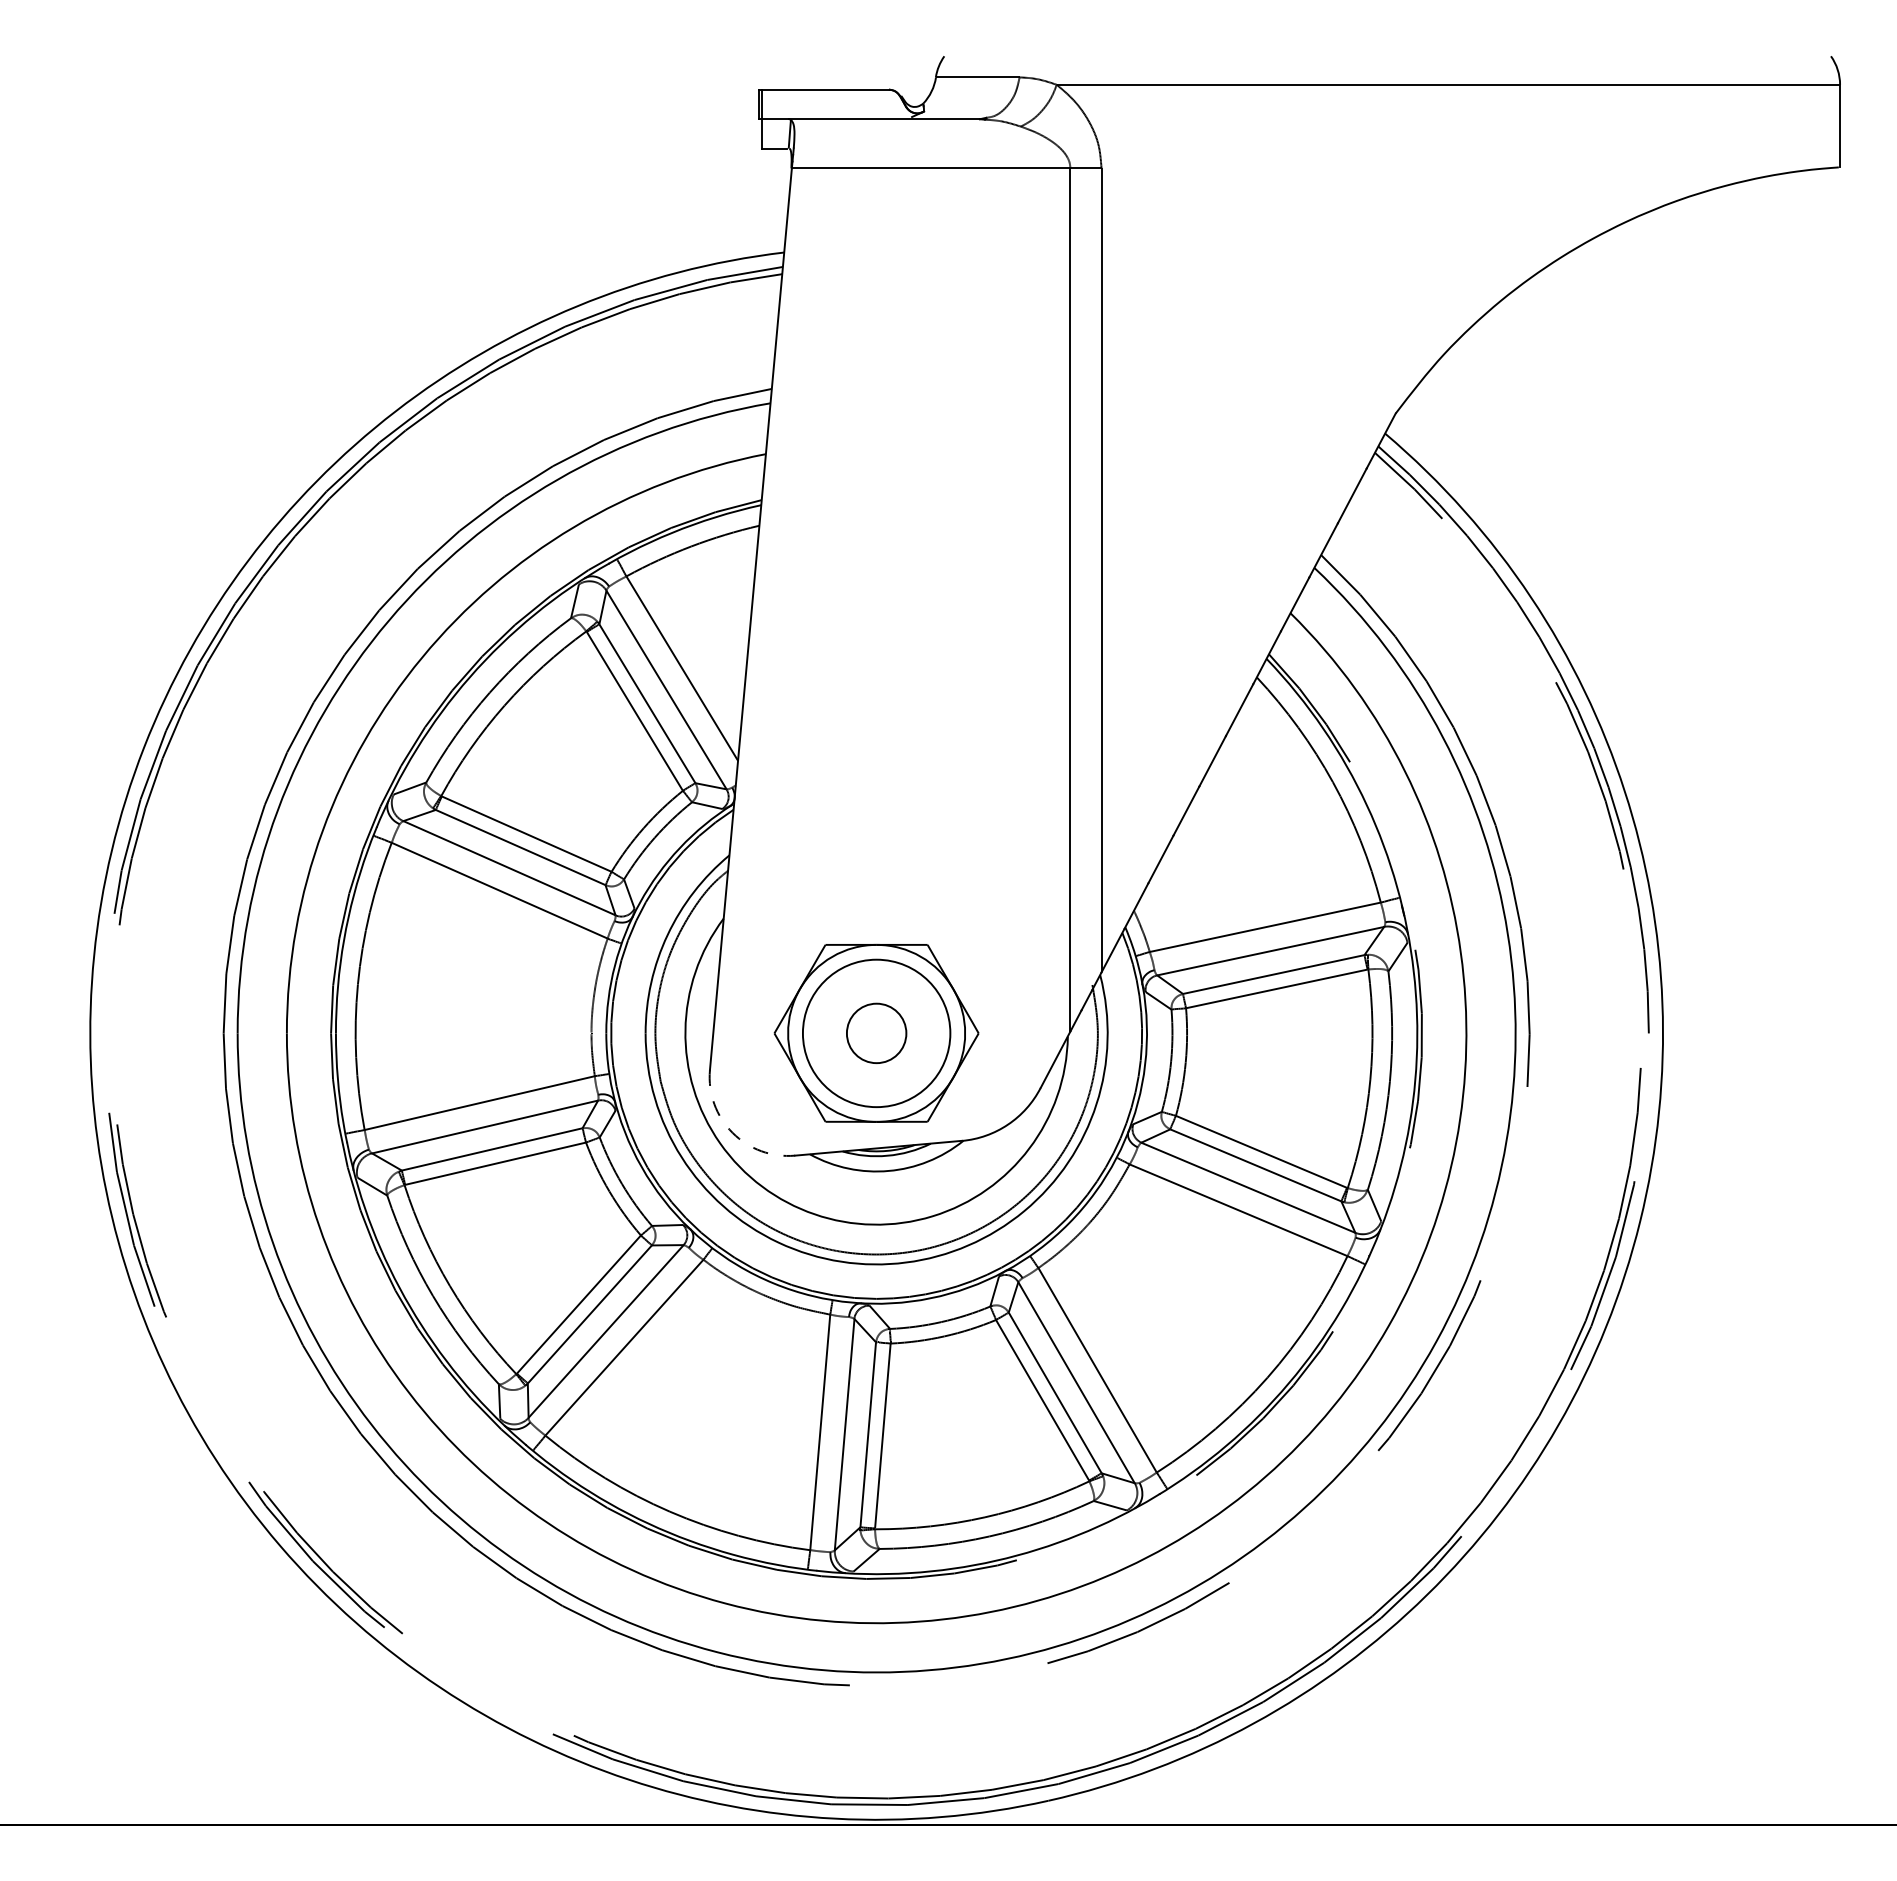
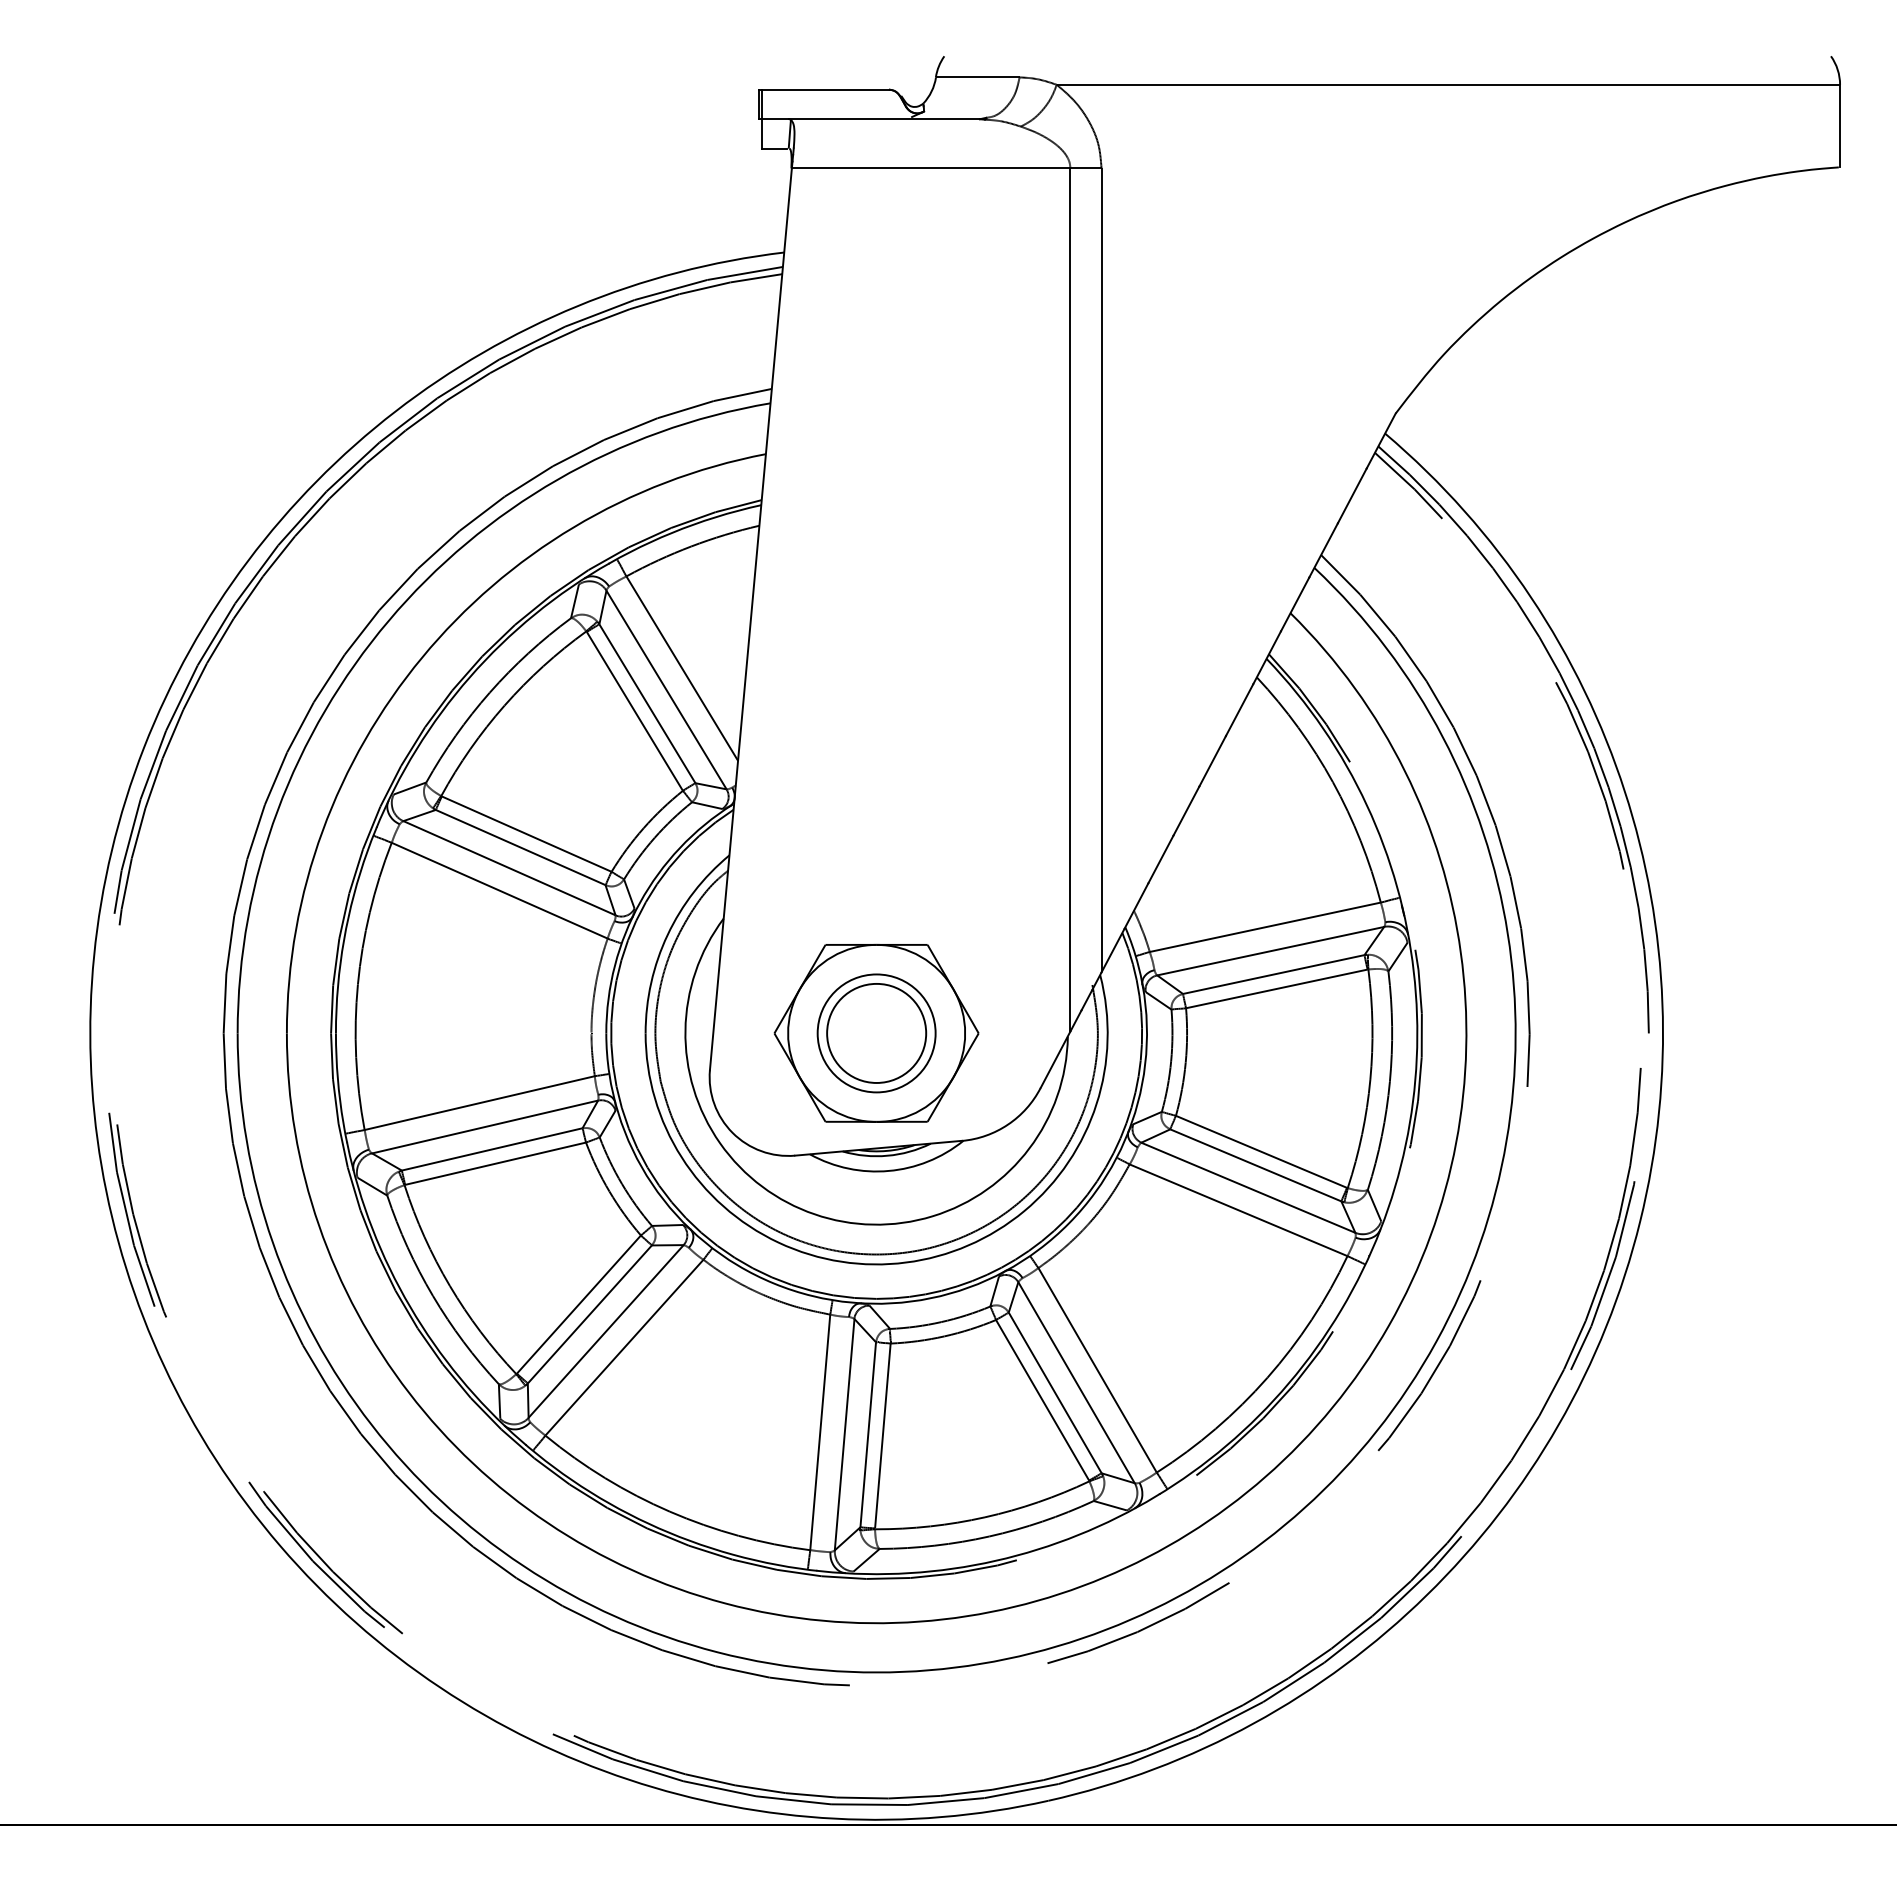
circle at (876, 1033) diameter: 147 px -> 118 px
circle at (876, 1033) diameter: 59 px -> 99 px
arc at (732, 1132): dashed -> solid
